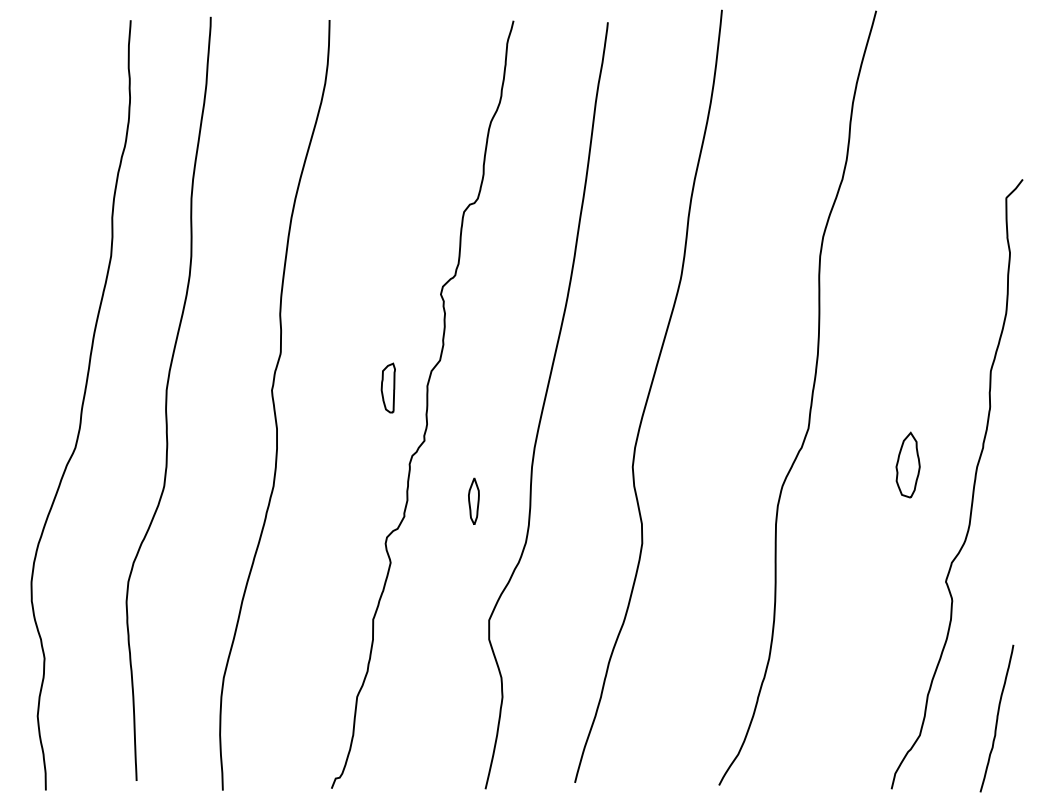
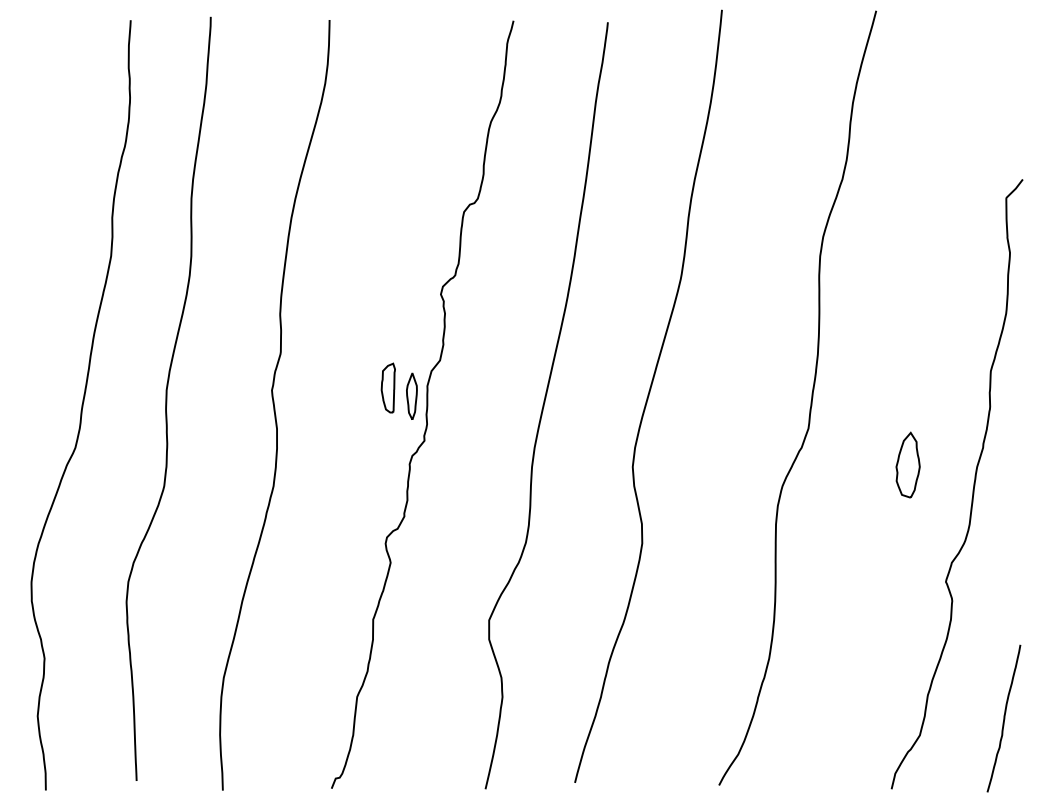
part at (473, 500) position: (473, 500) -> (411, 395)
curve at (996, 718) position: (996, 718) -> (1003, 718)
